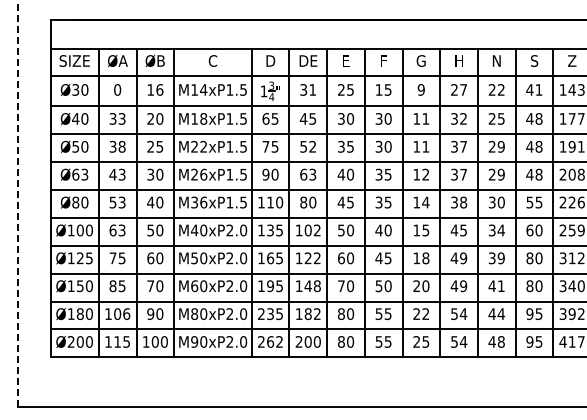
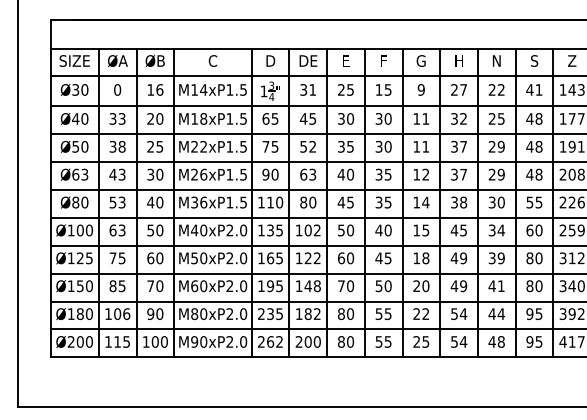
line at (17, 203): dashed -> solid
